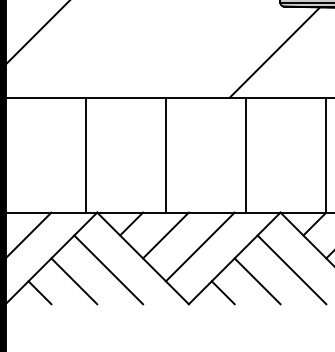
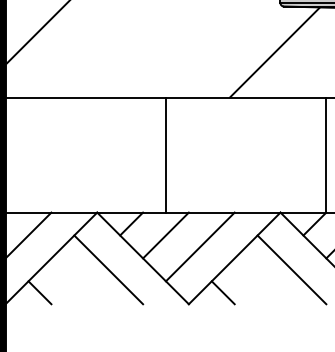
line at (85, 155): present -> none
line at (246, 155): present -> none
line at (74, 281): present -> none
line at (257, 281): present -> none
